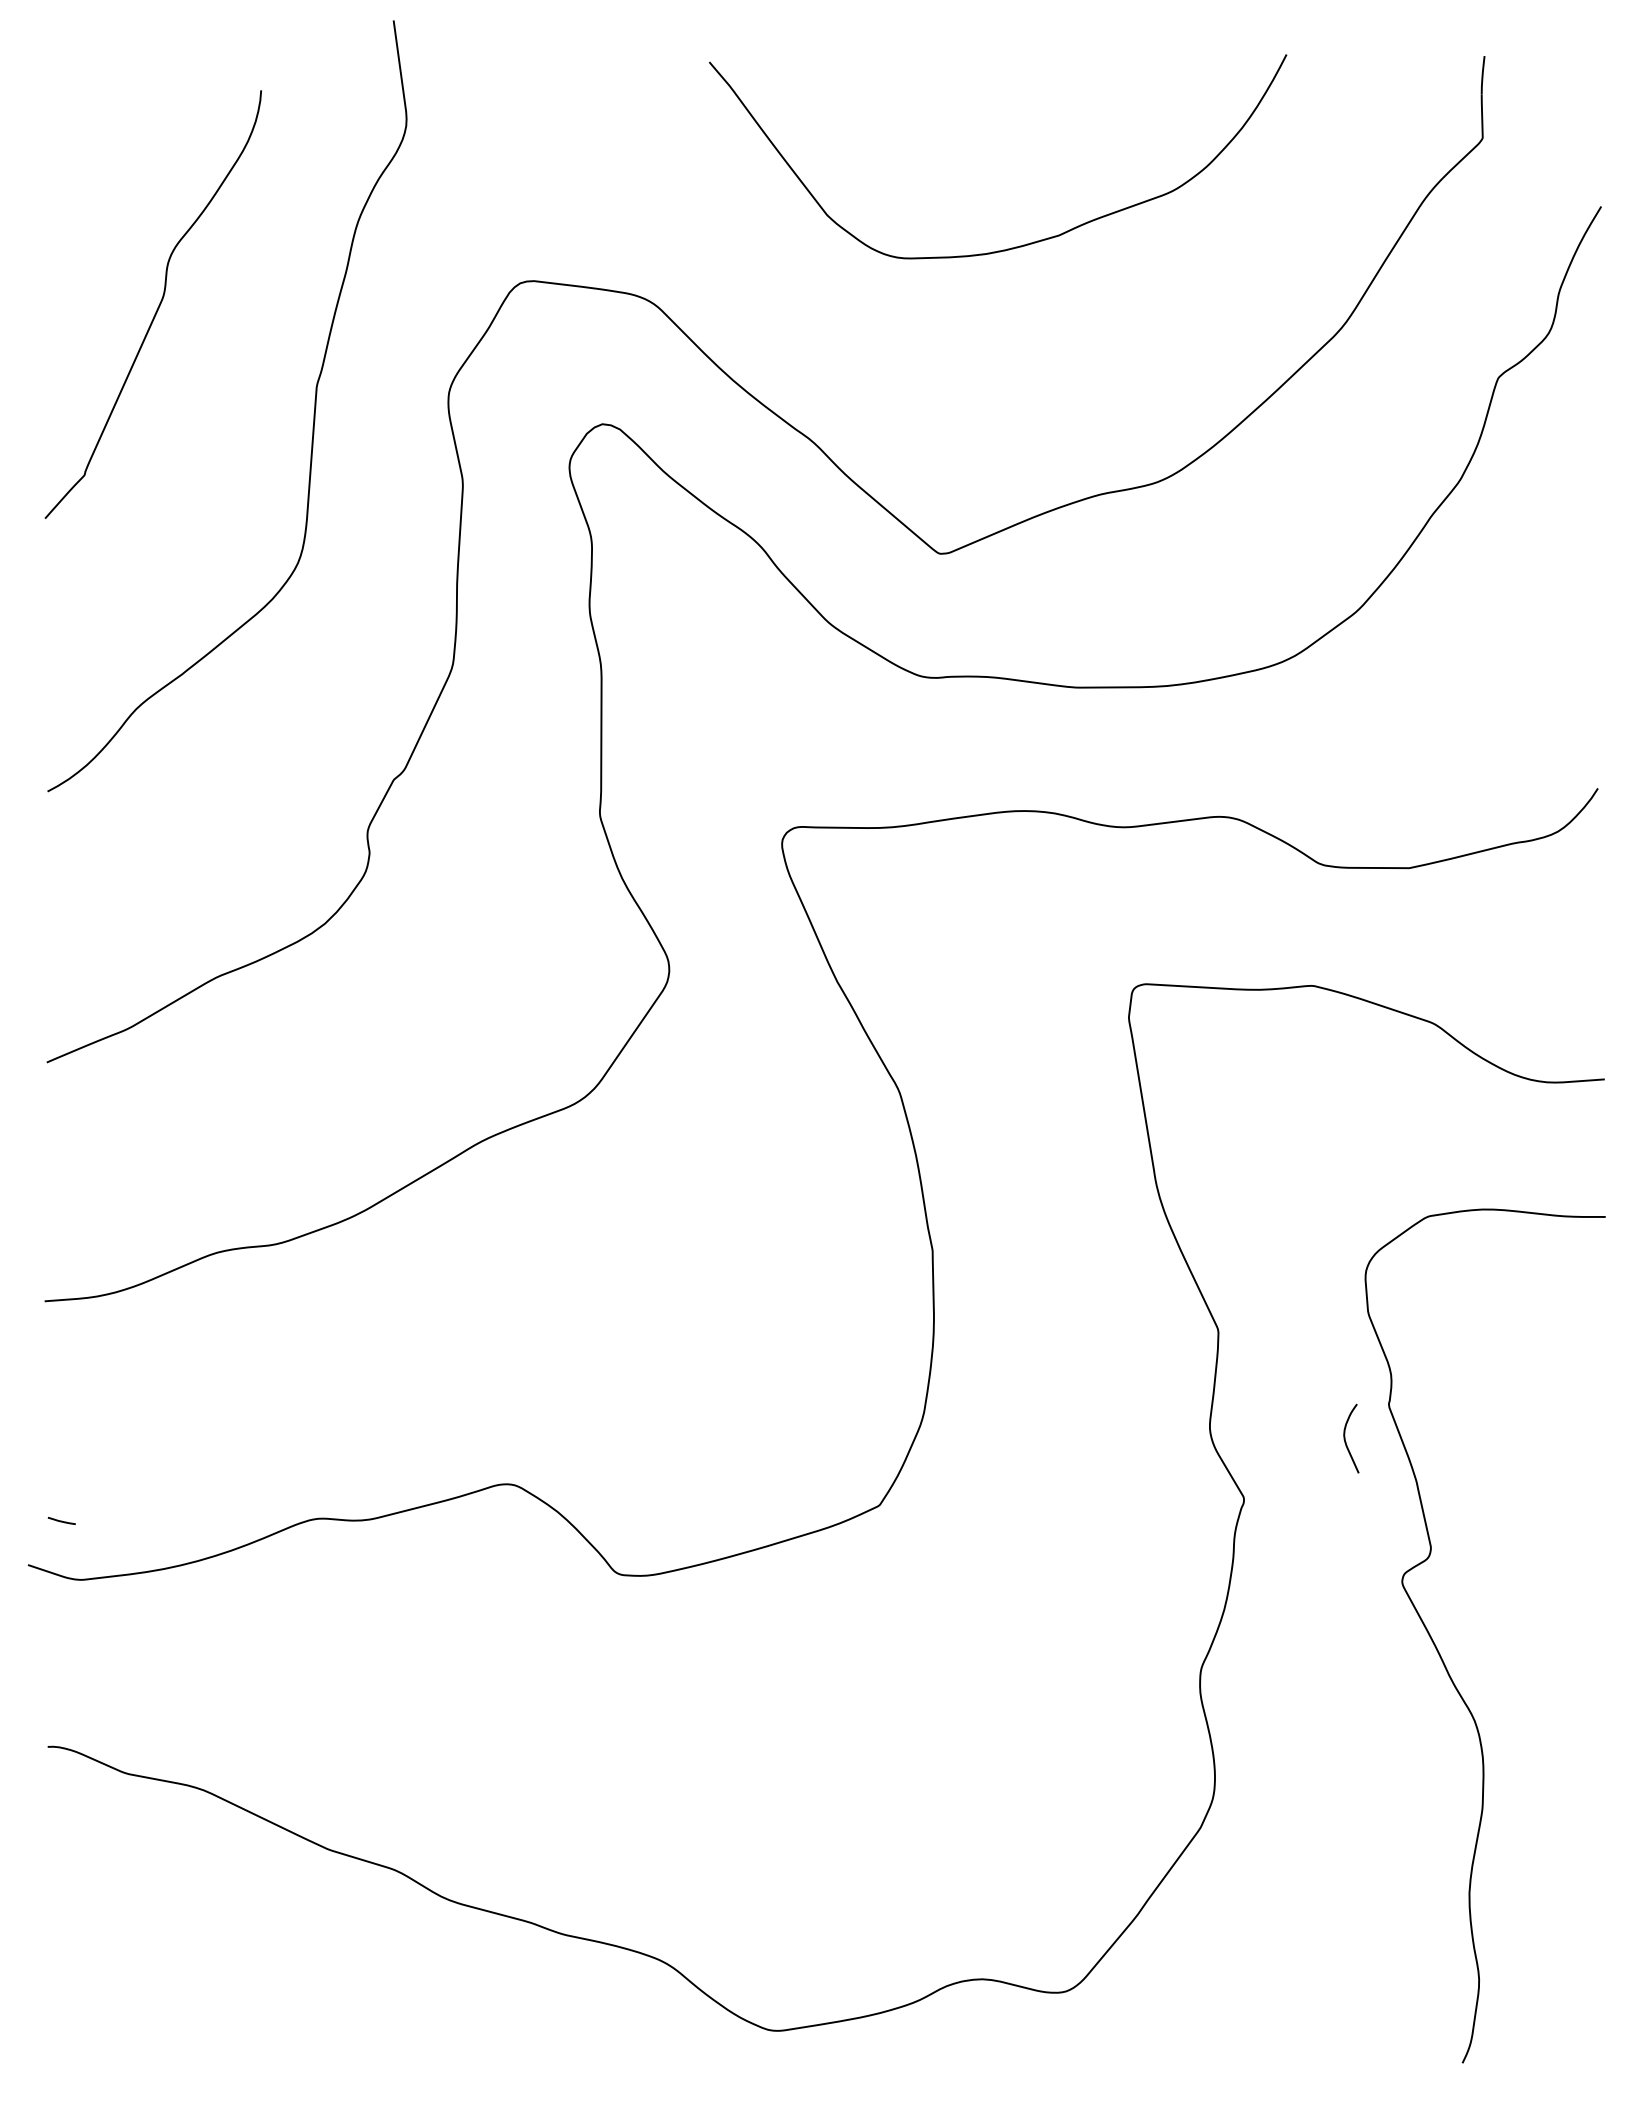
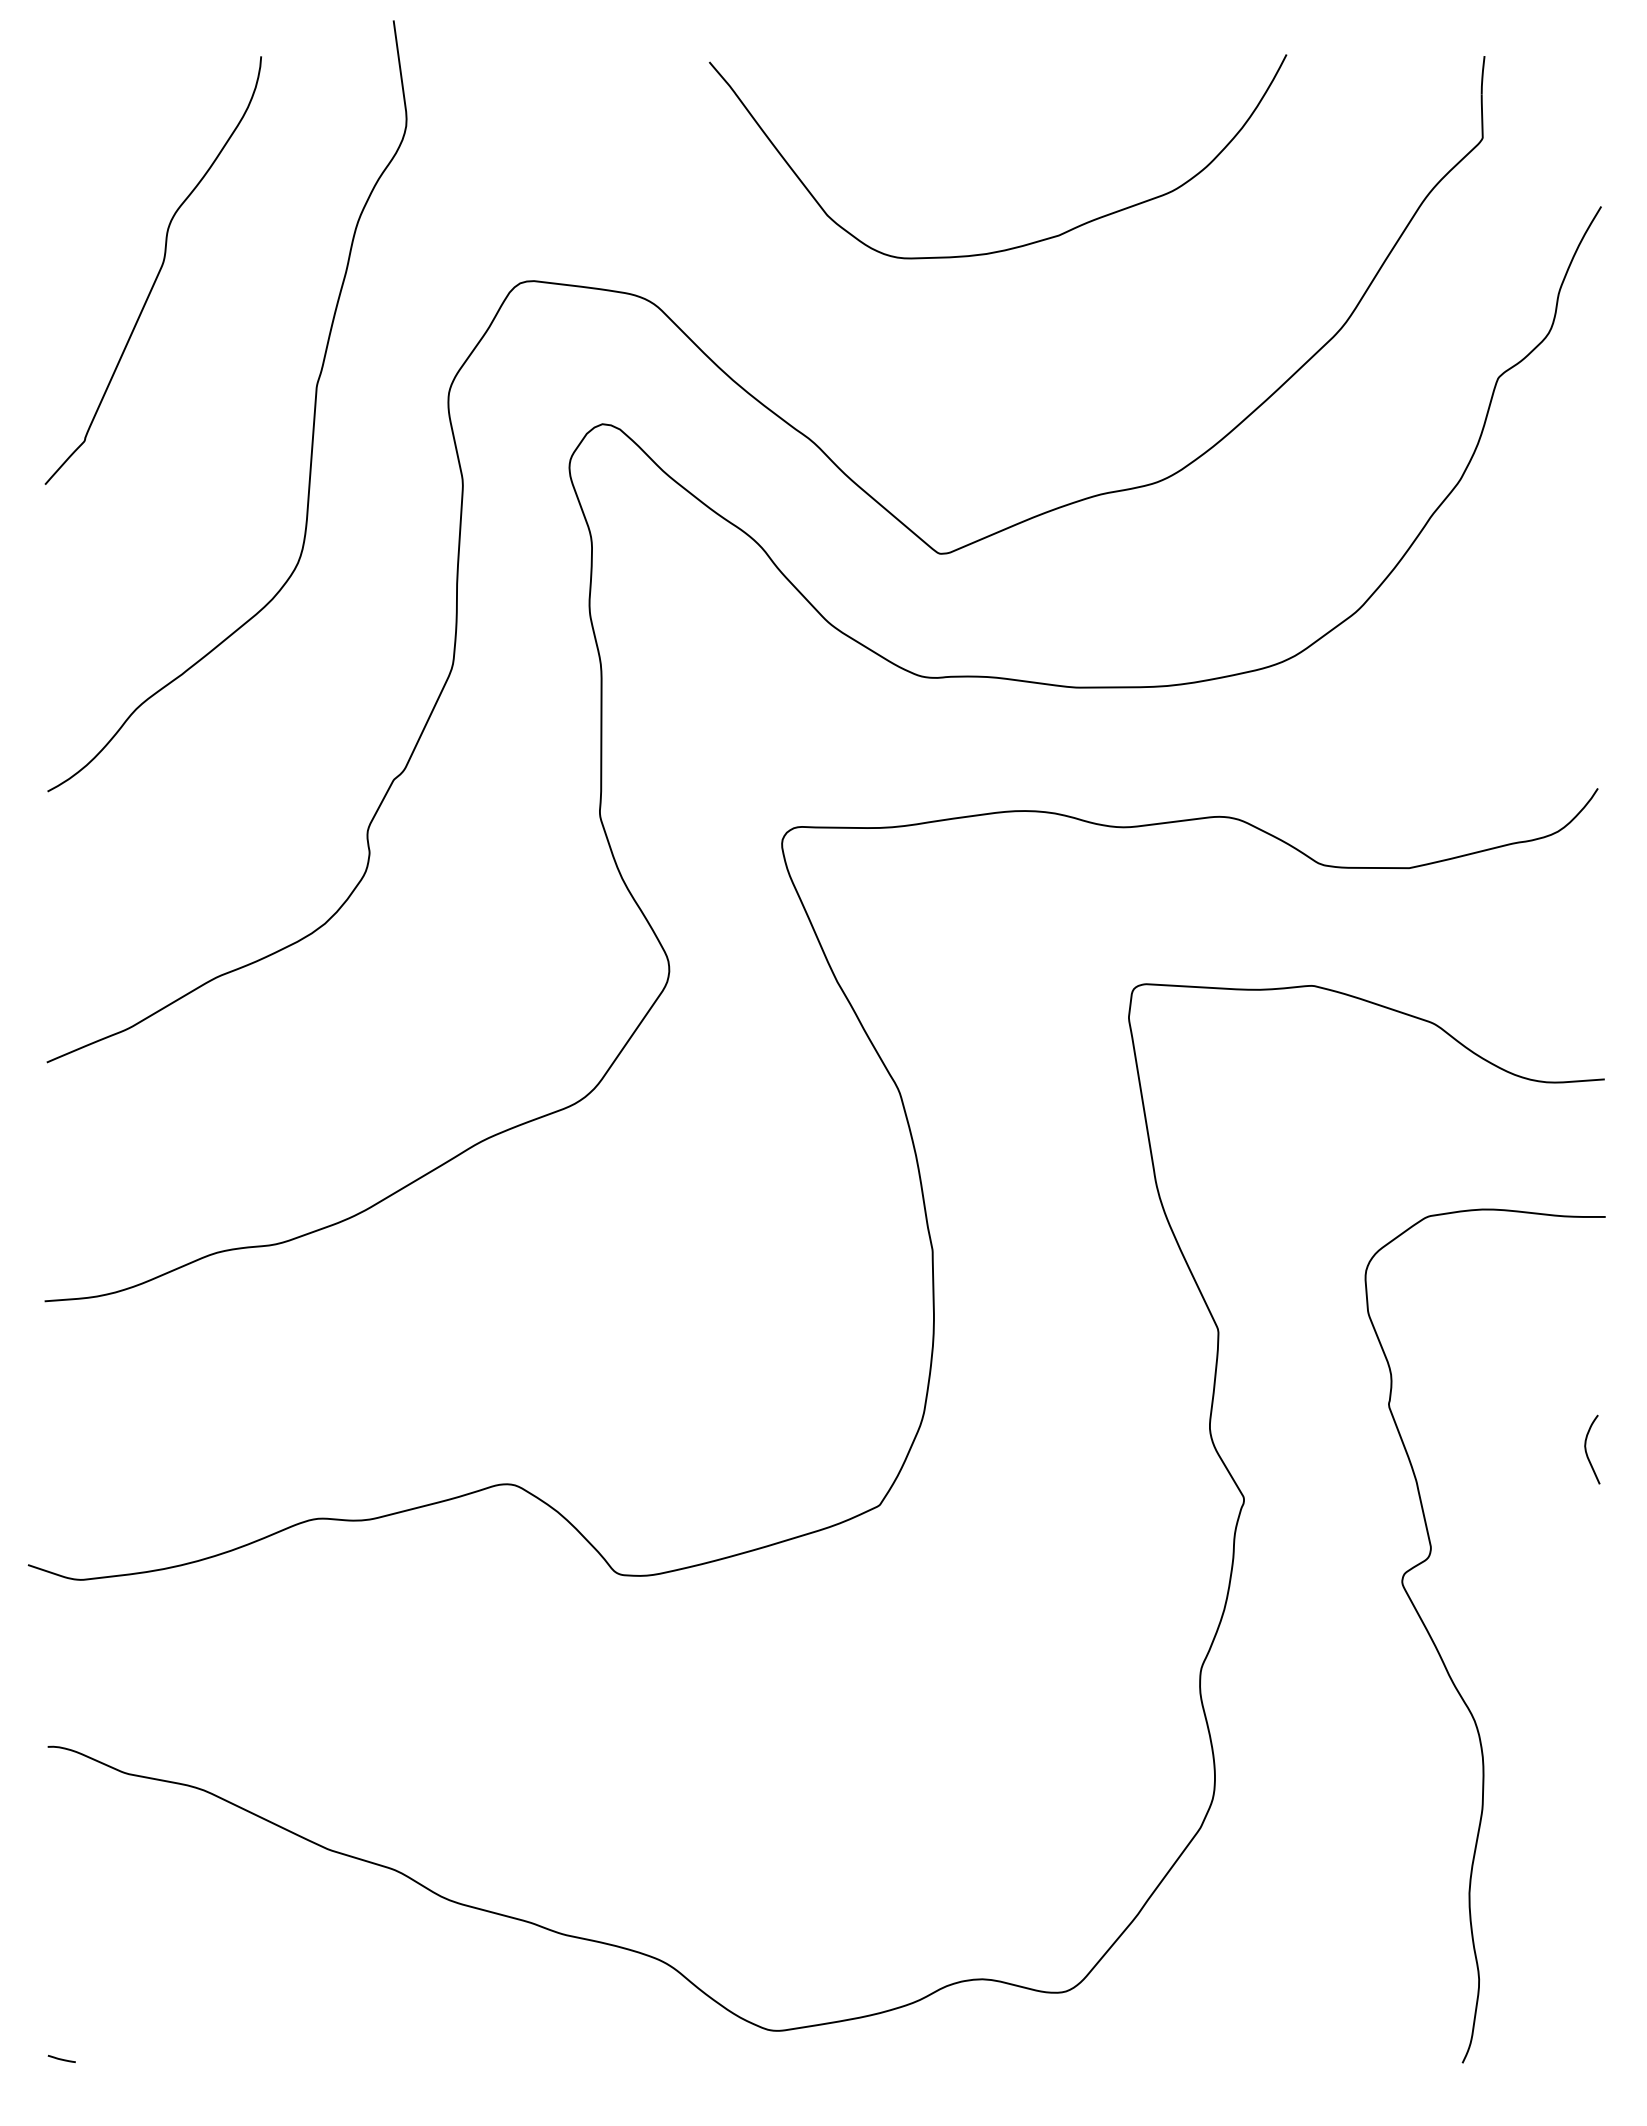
curve at (157, 307) position: (157, 307) -> (157, 273)
curve at (1346, 1441) position: (1346, 1441) -> (1587, 1452)
line at (61, 1520) position: (61, 1520) -> (61, 2058)
